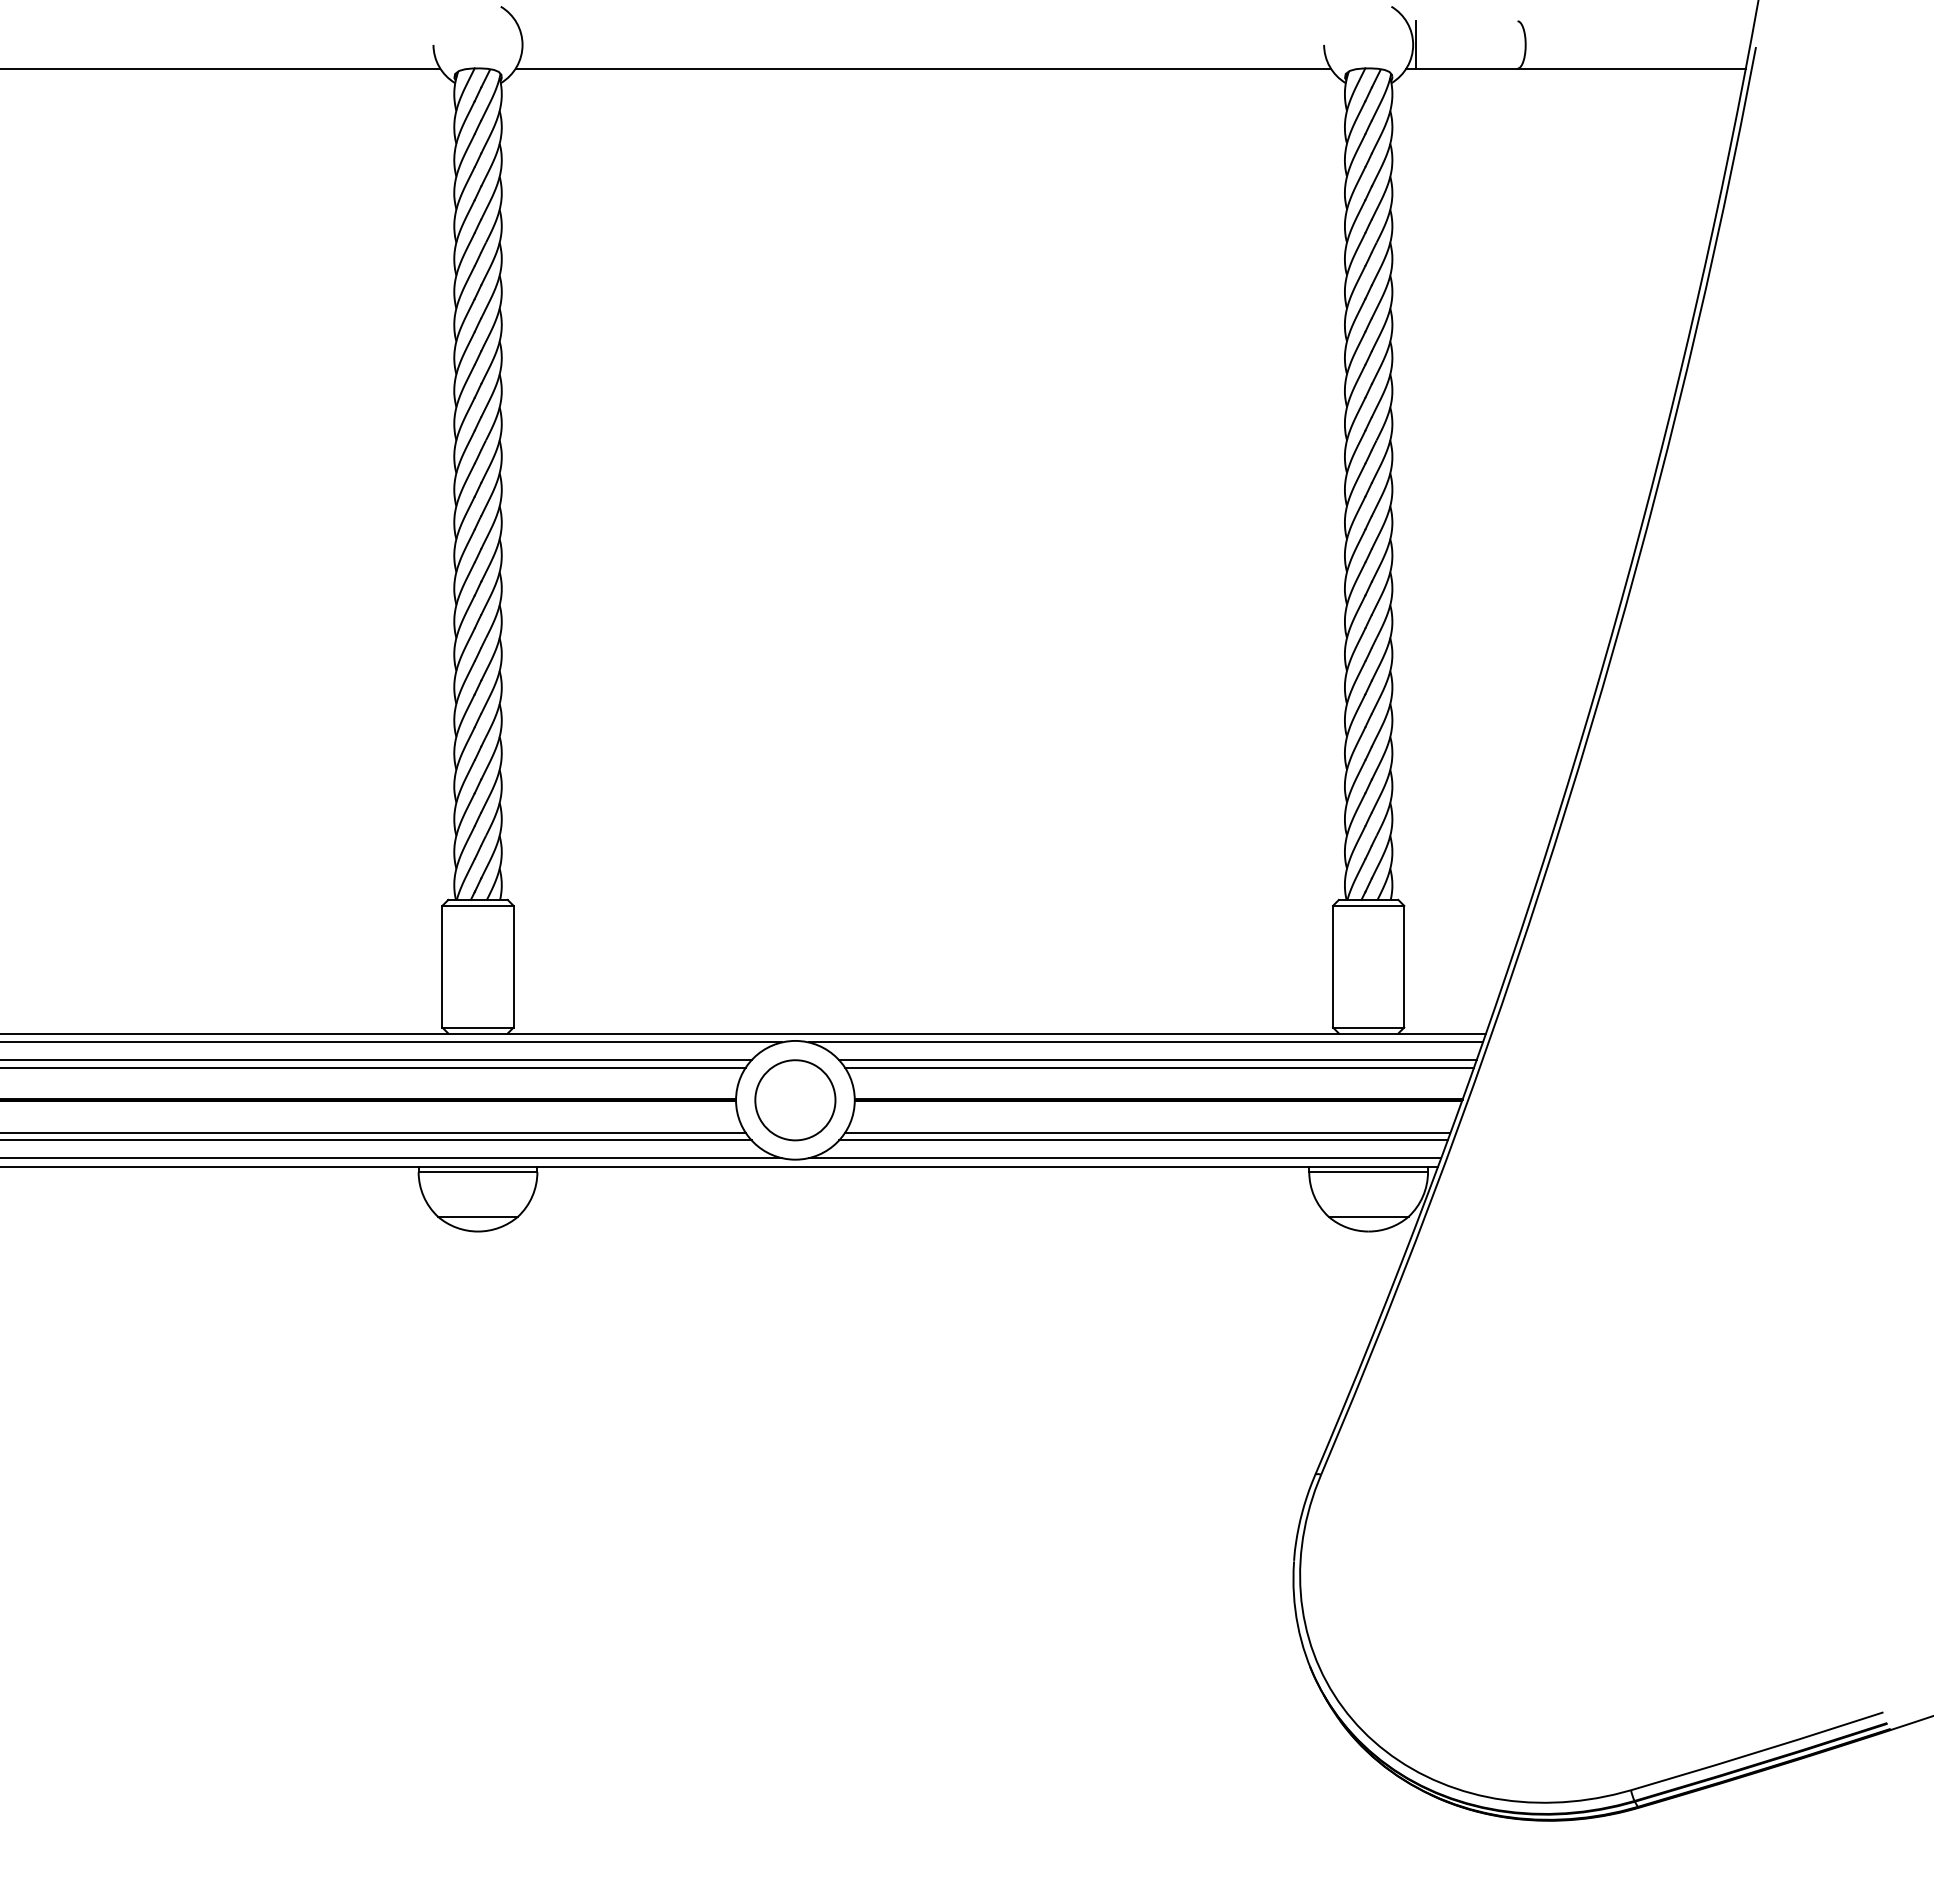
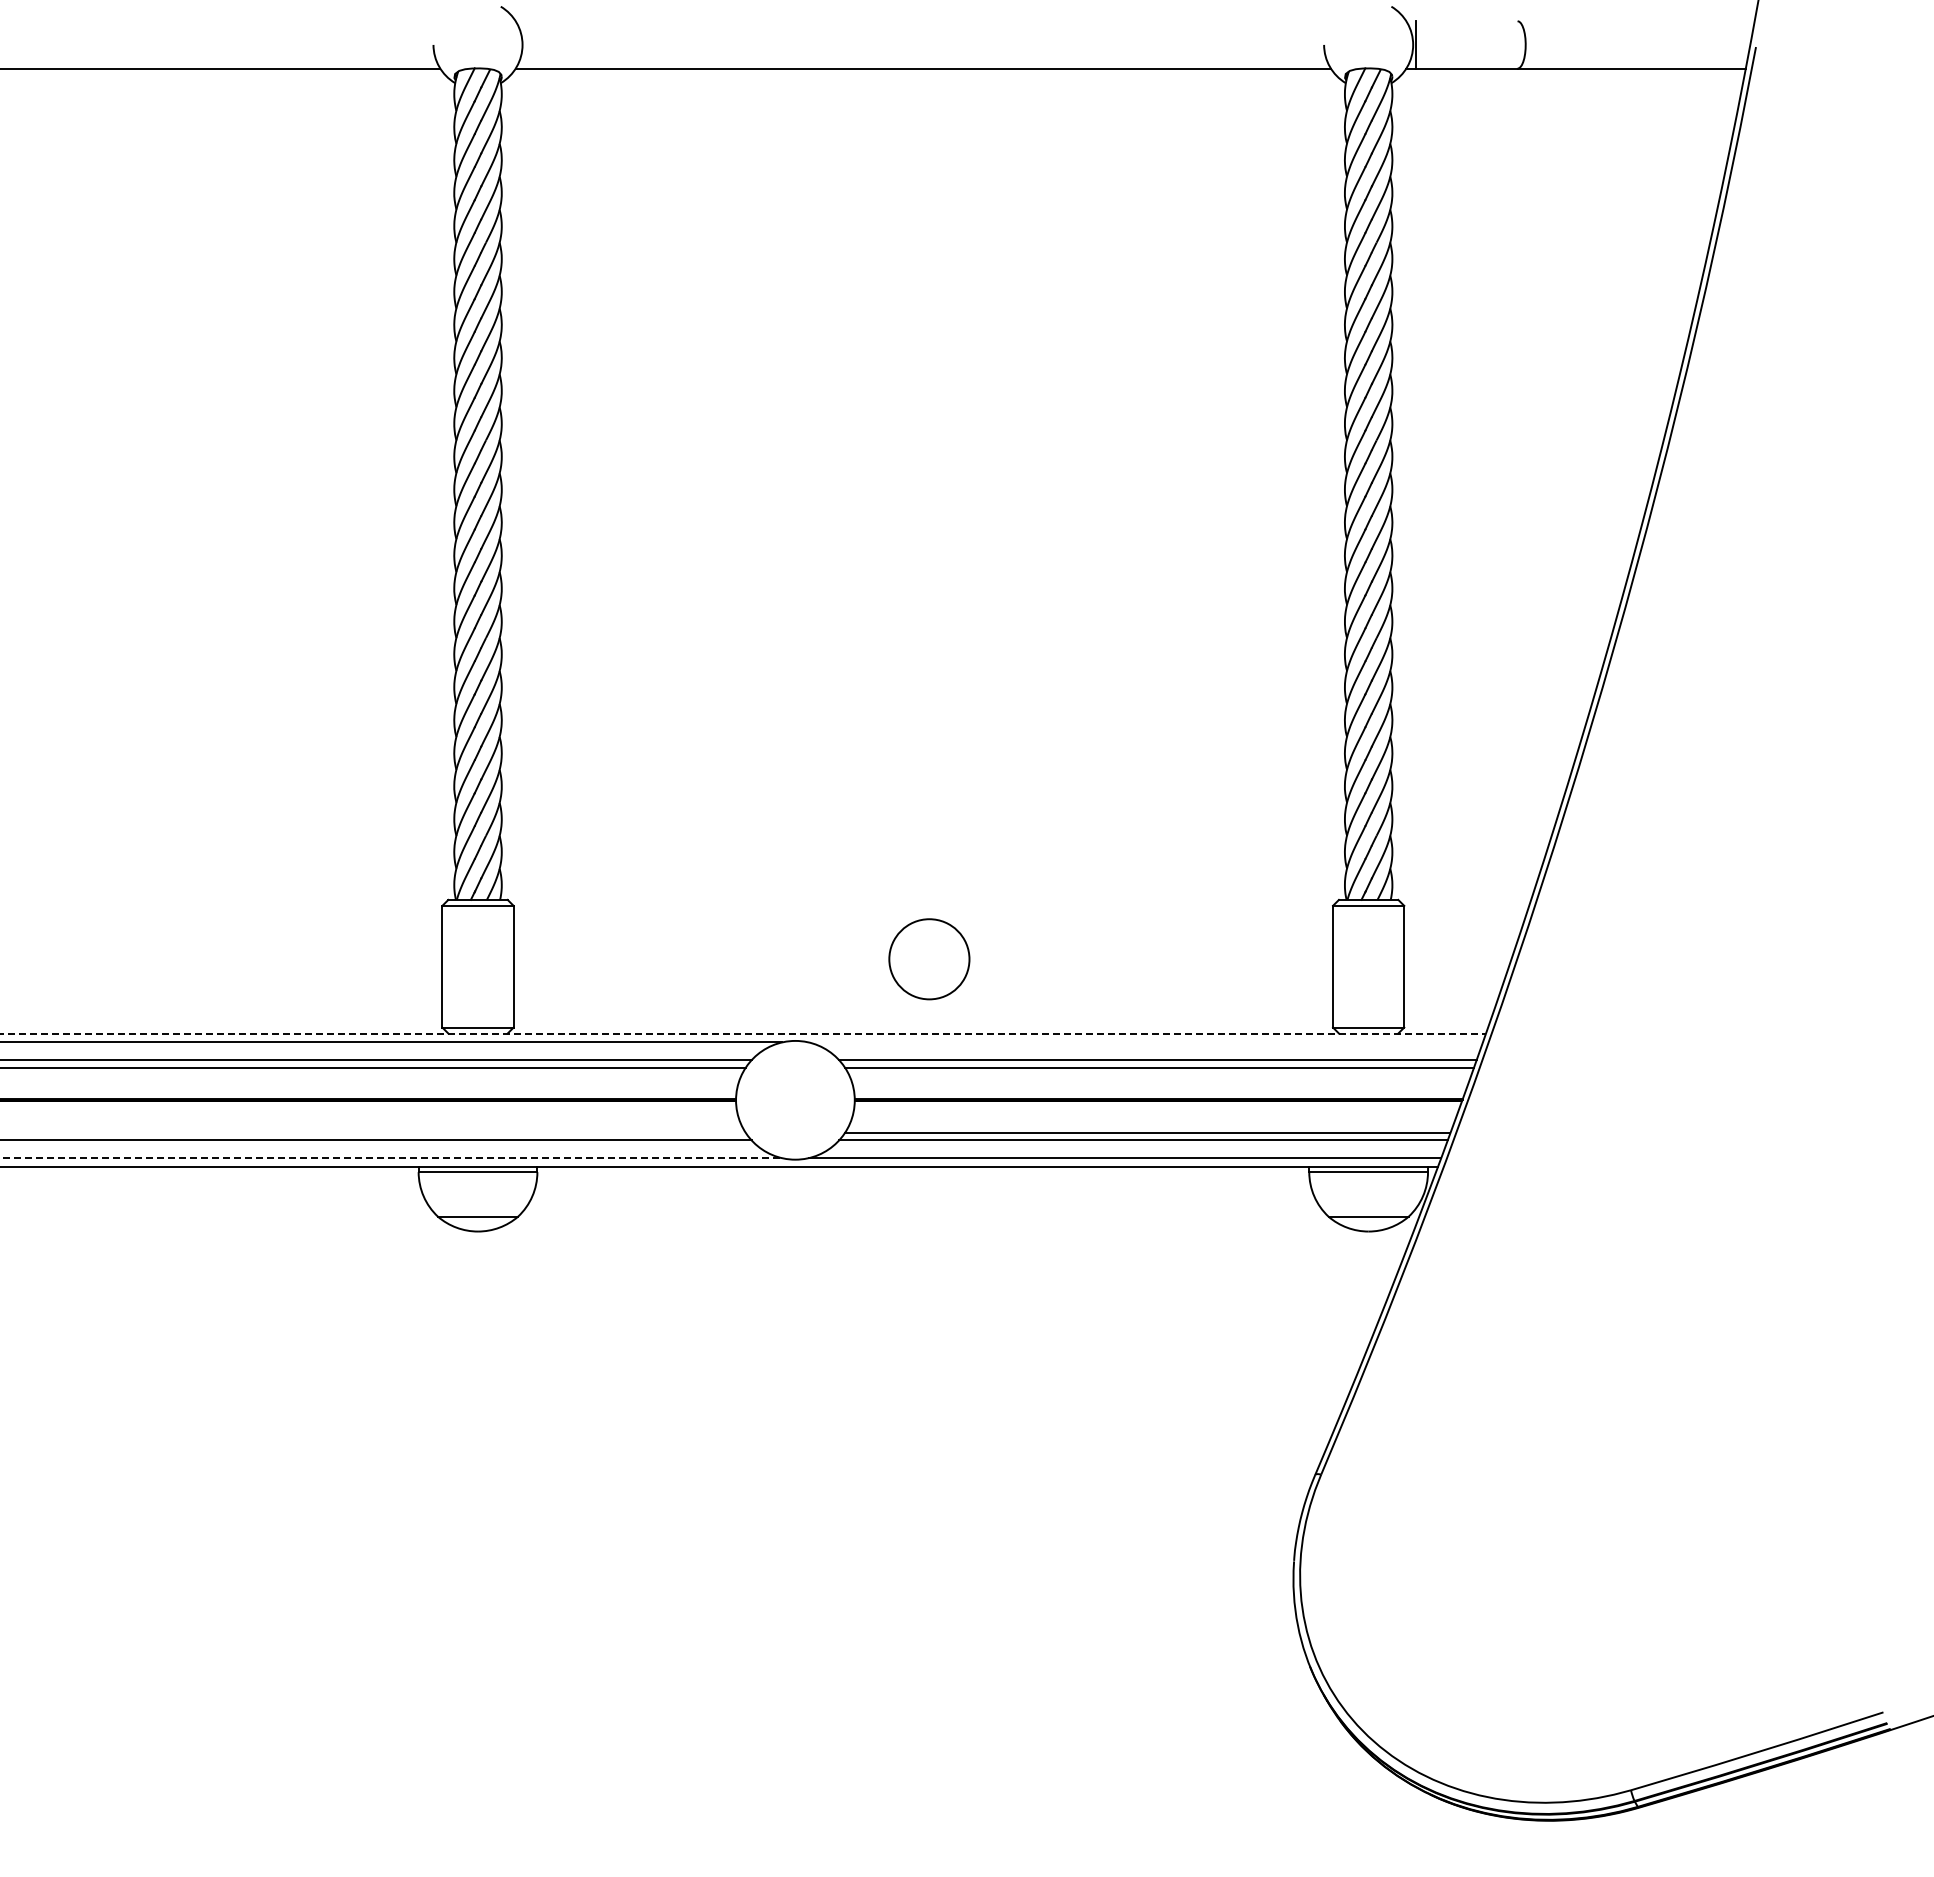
line at (743, 1033): solid -> dashed
line at (1145, 1042): present -> none
circle at (795, 1100) position: (795, 1100) -> (929, 959)
line at (373, 1132): present -> none
line at (391, 1158): solid -> dashed
